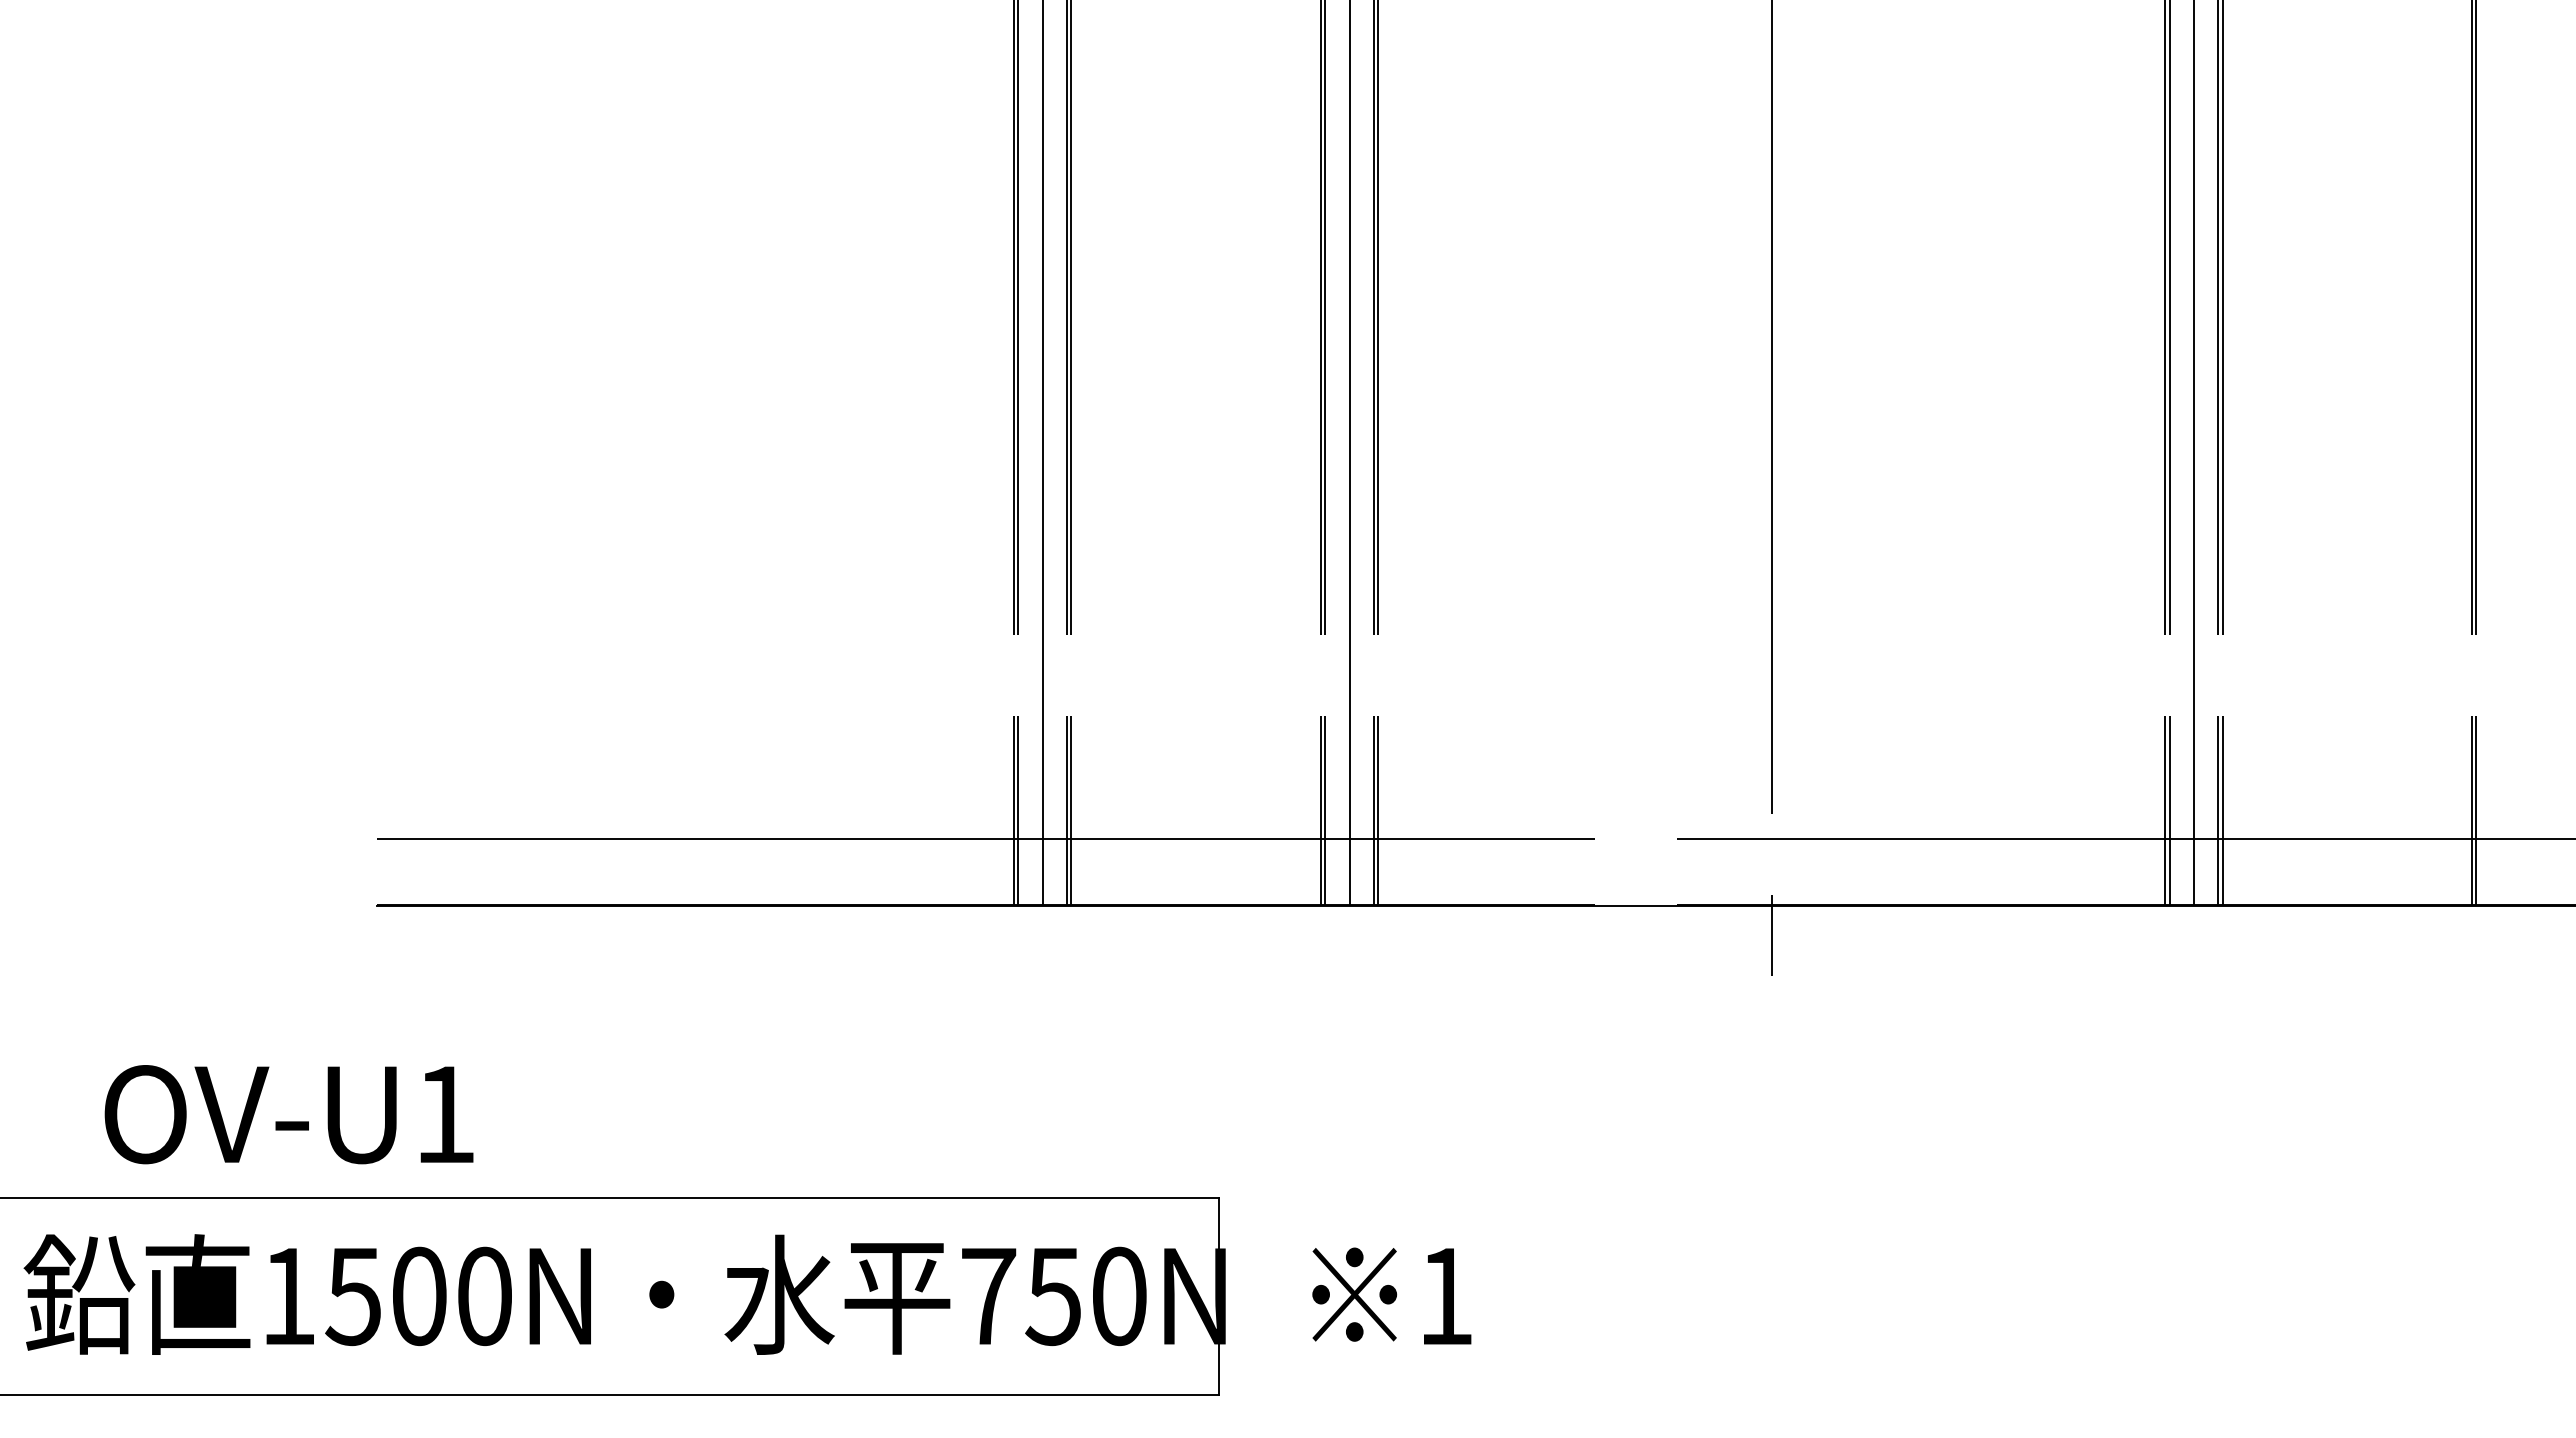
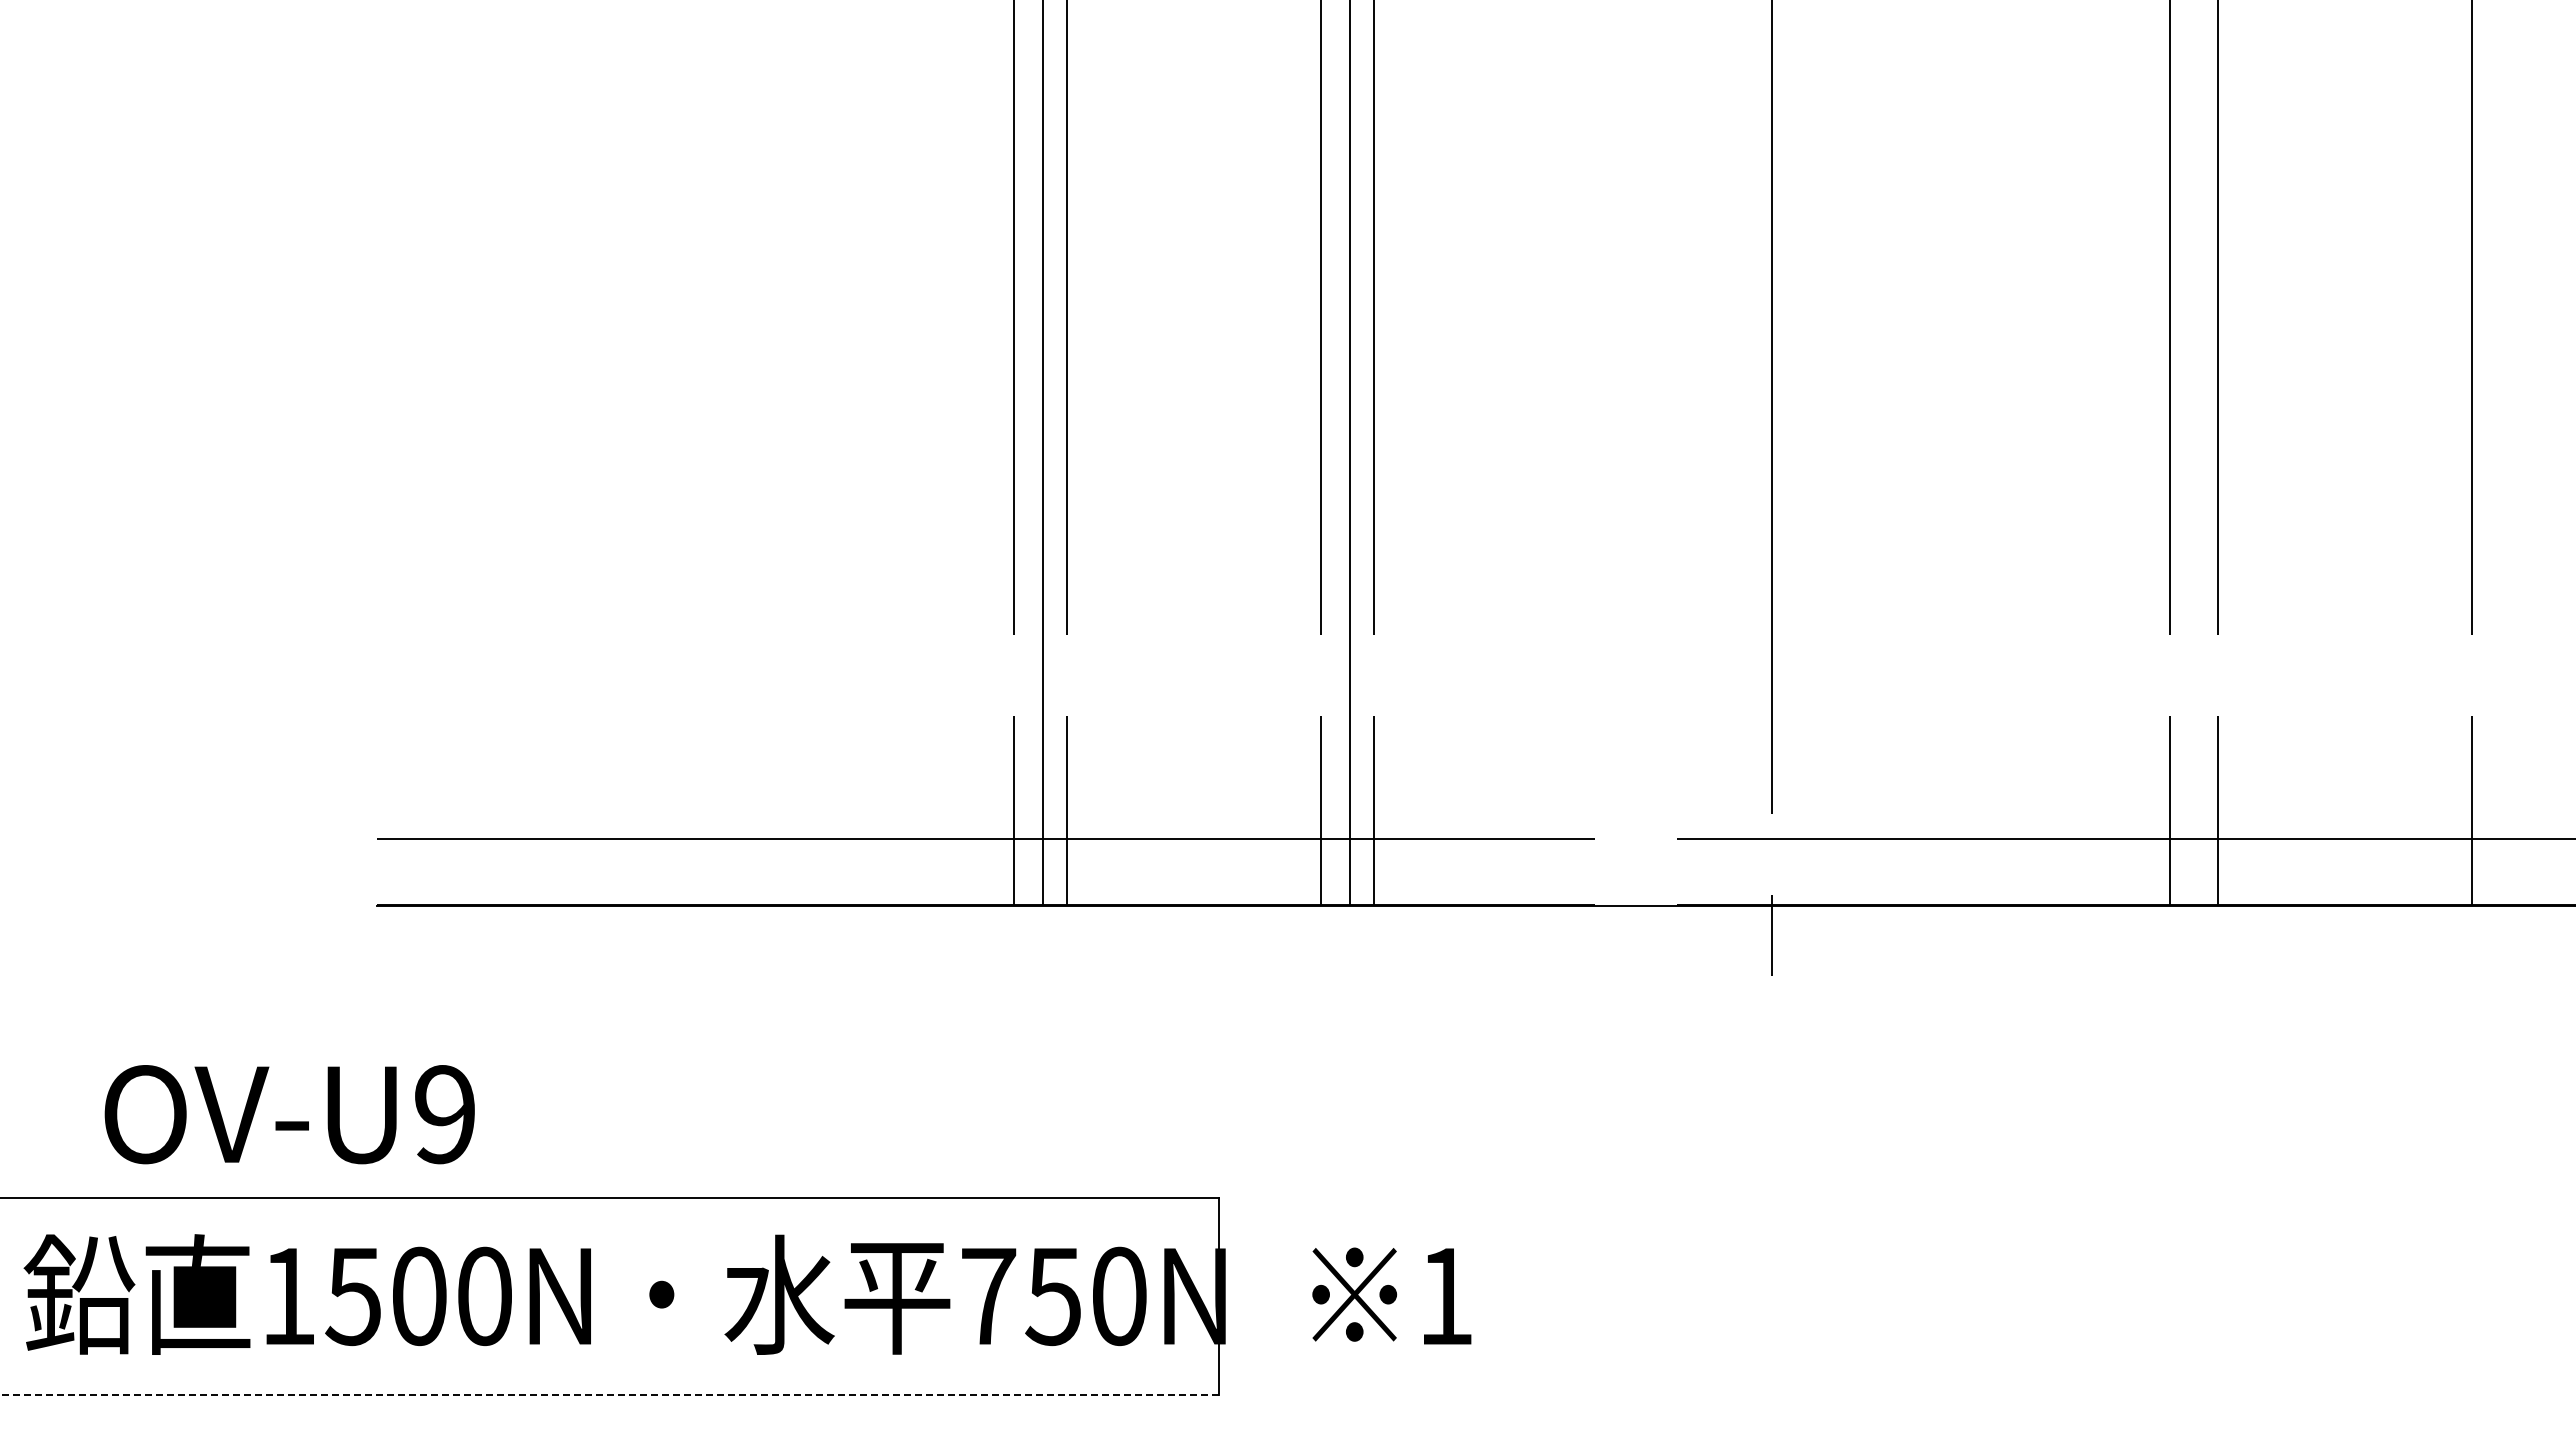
line at (1018, 453): present -> none
line at (1071, 453): present -> none
line at (1325, 453): present -> none
line at (1378, 453): present -> none
line at (2165, 453): present -> none
line at (2193, 453): present -> none
line at (2222, 453): present -> none
line at (2476, 453): present -> none
text at (444, 1114): OV-U1 -> OV-U9
line at (609, 1395): solid -> dashed
